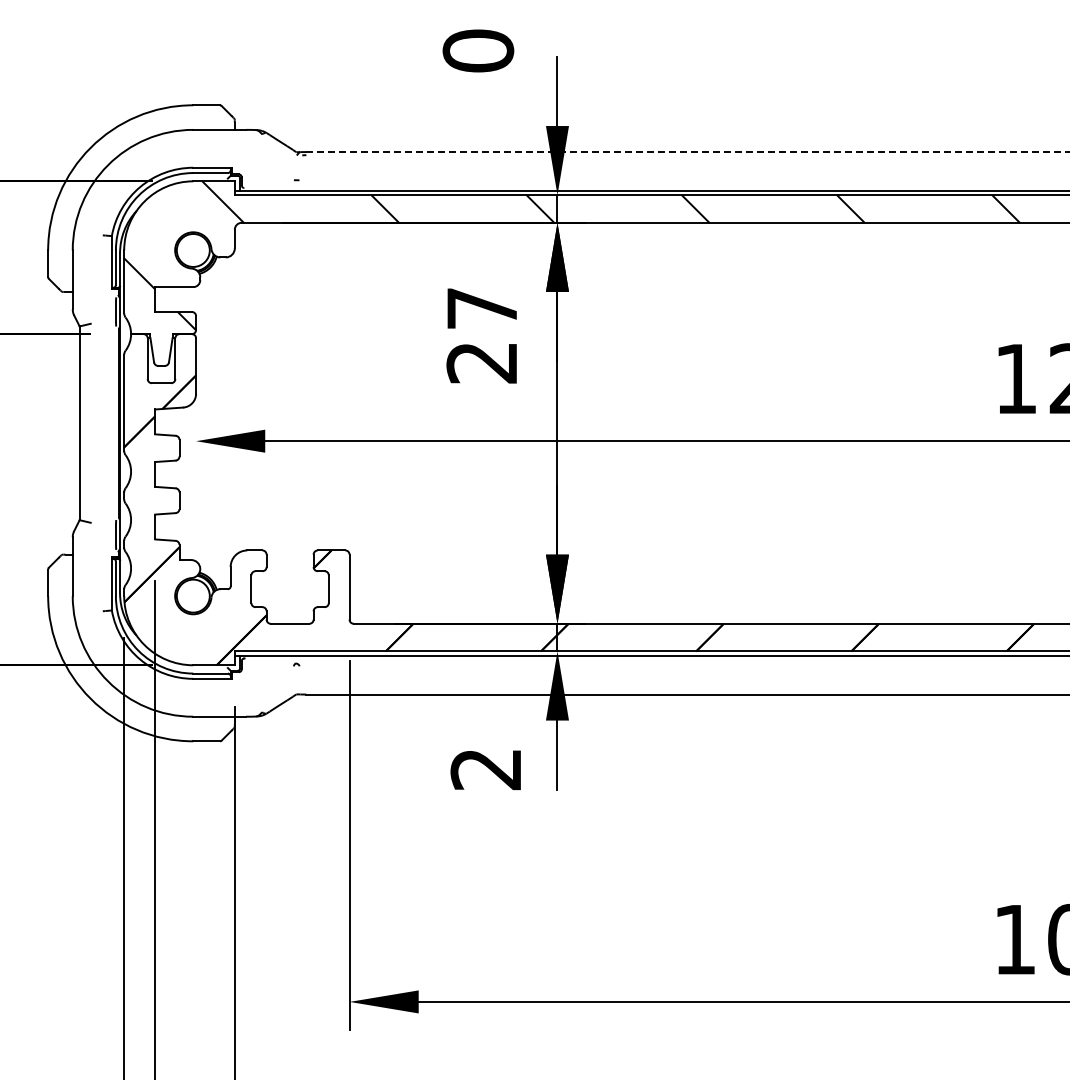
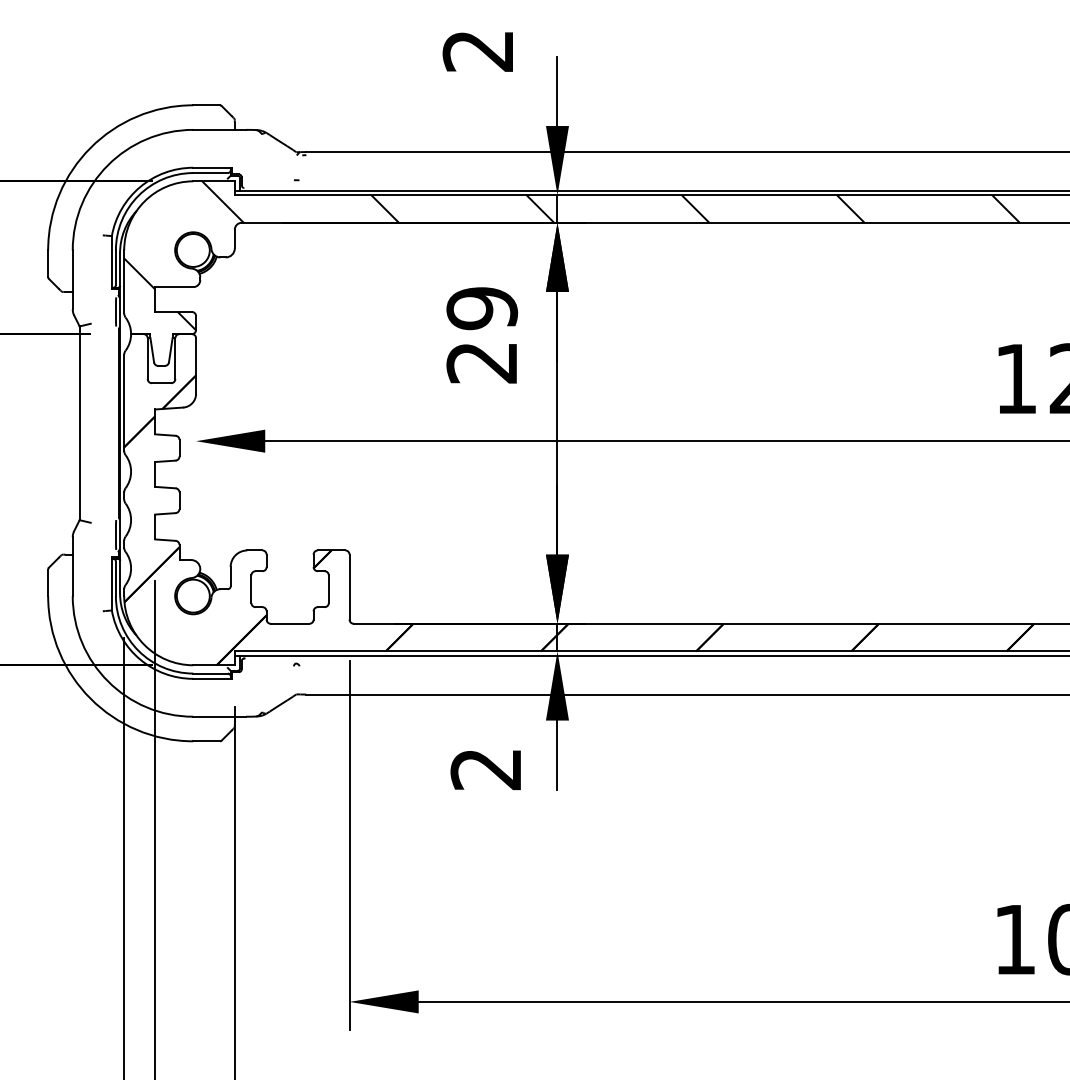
text at (478, 50): 0 -> 2
line at (688, 152): dashed -> solid
text at (482, 308): 27 -> 29
